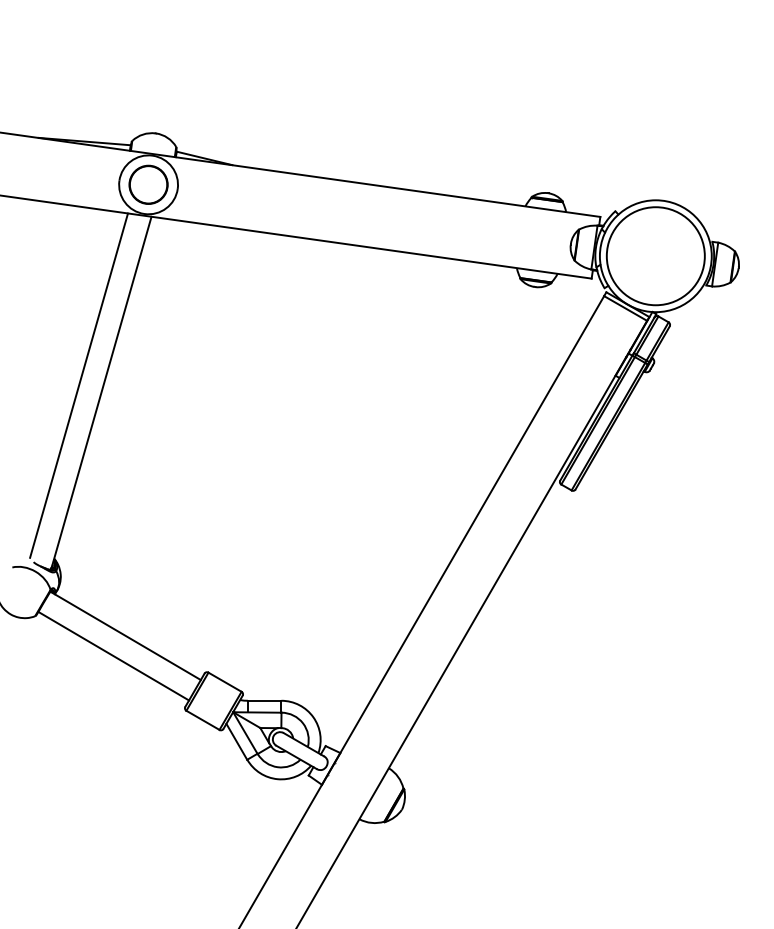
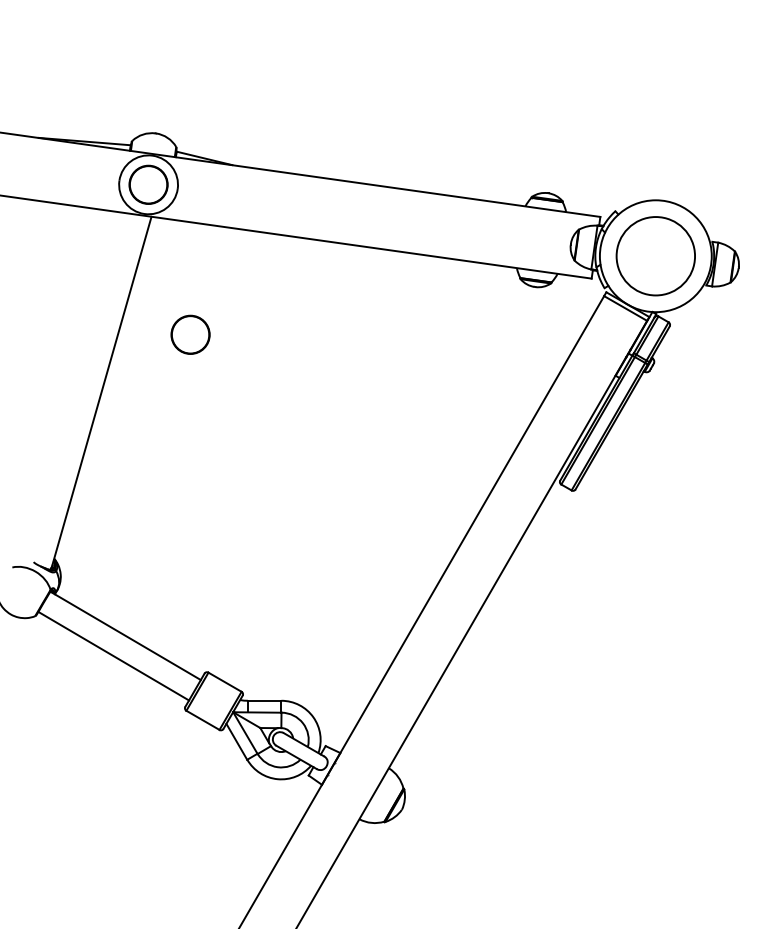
circle at (655, 256) diameter: 98 px -> 78 px
circle at (190, 334): none -> present
line at (78, 385): present -> none
